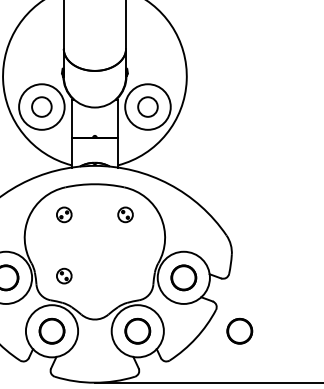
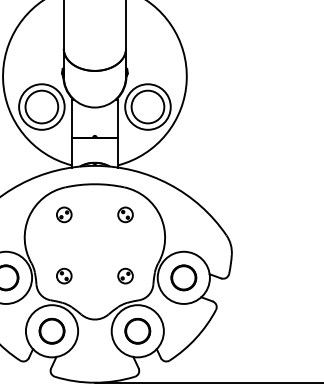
circle at (41, 106) diameter: 20 px -> 33 px
circle at (147, 106) diameter: 20 px -> 33 px
part at (125, 275): none -> present
part at (239, 330): present -> none
